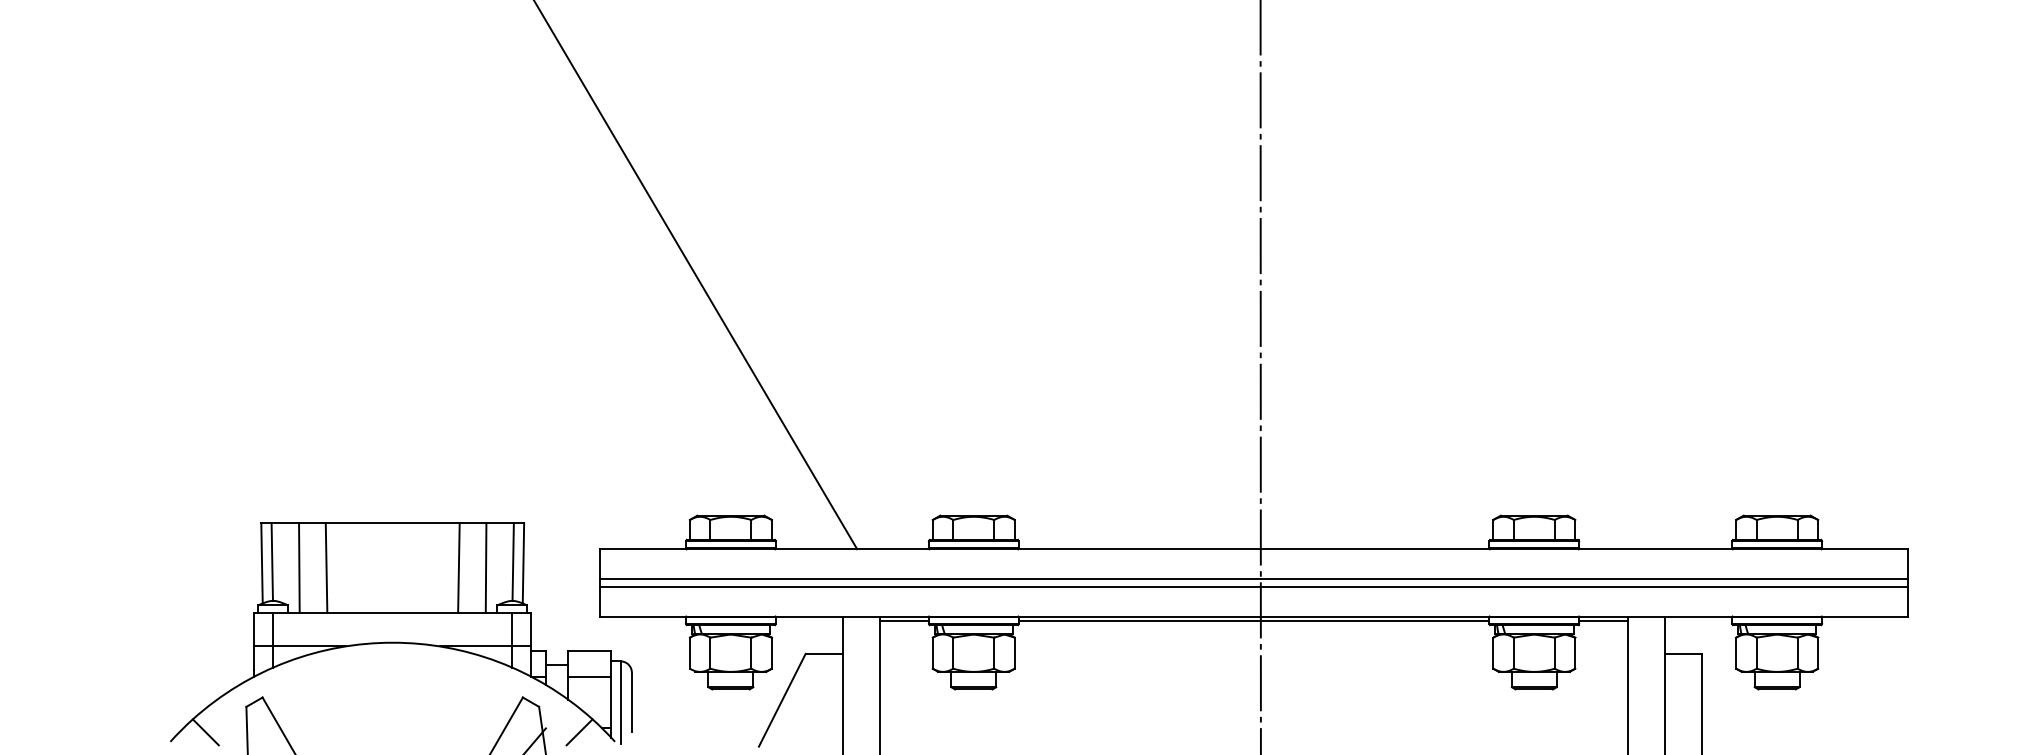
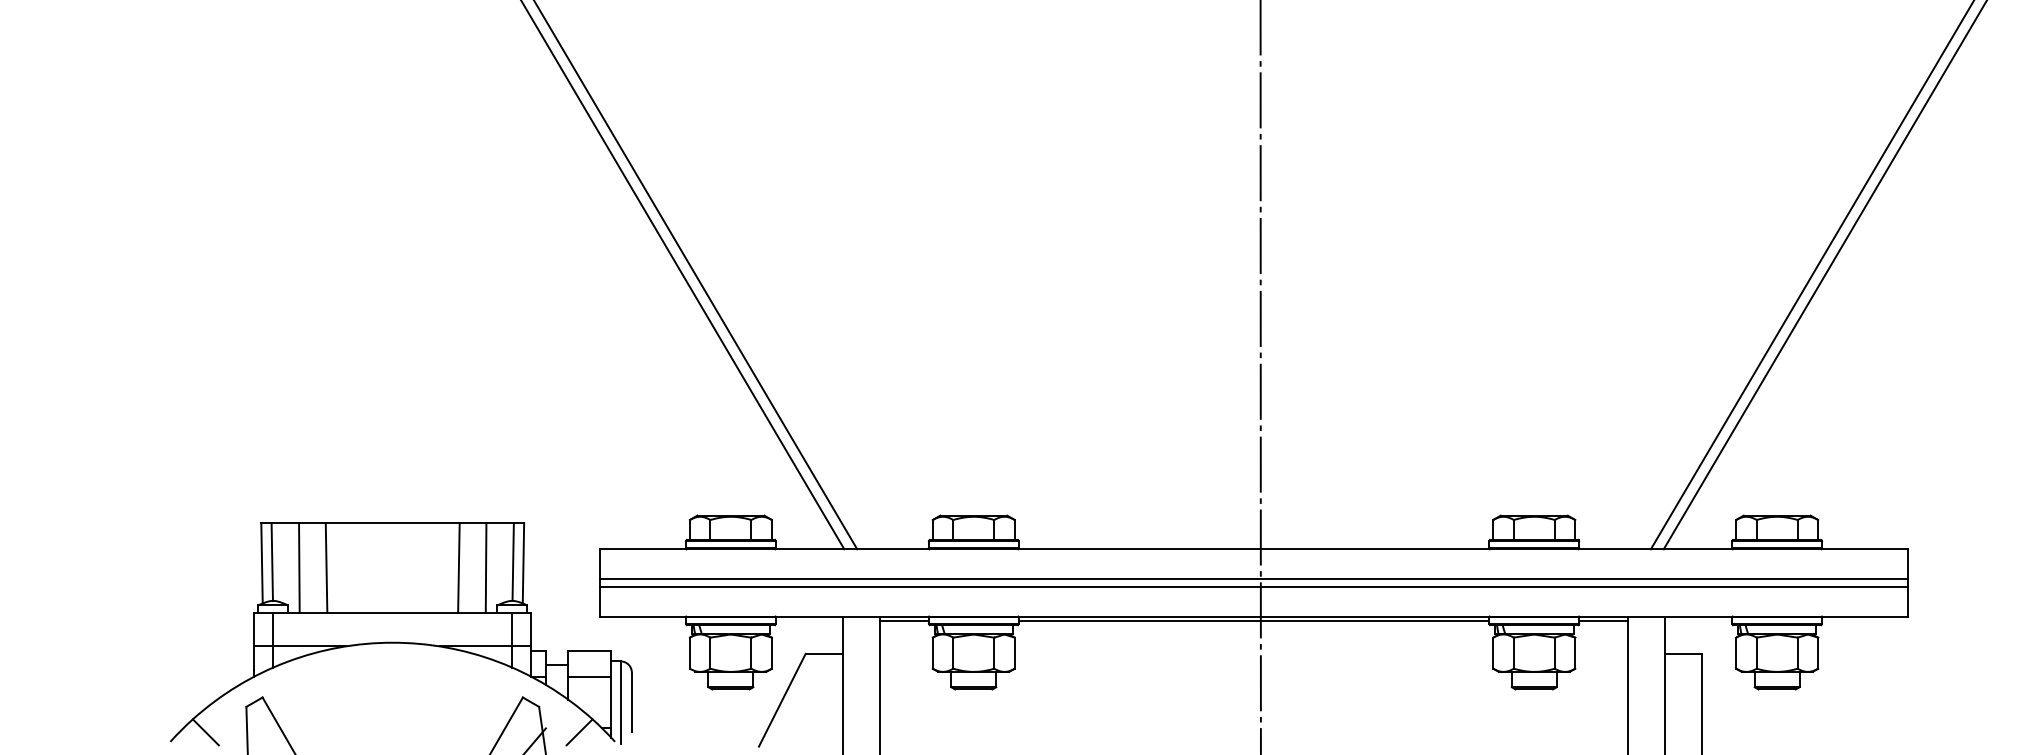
line at (683, 275): none -> present
line at (1811, 275): none -> present
line at (1824, 275): none -> present
